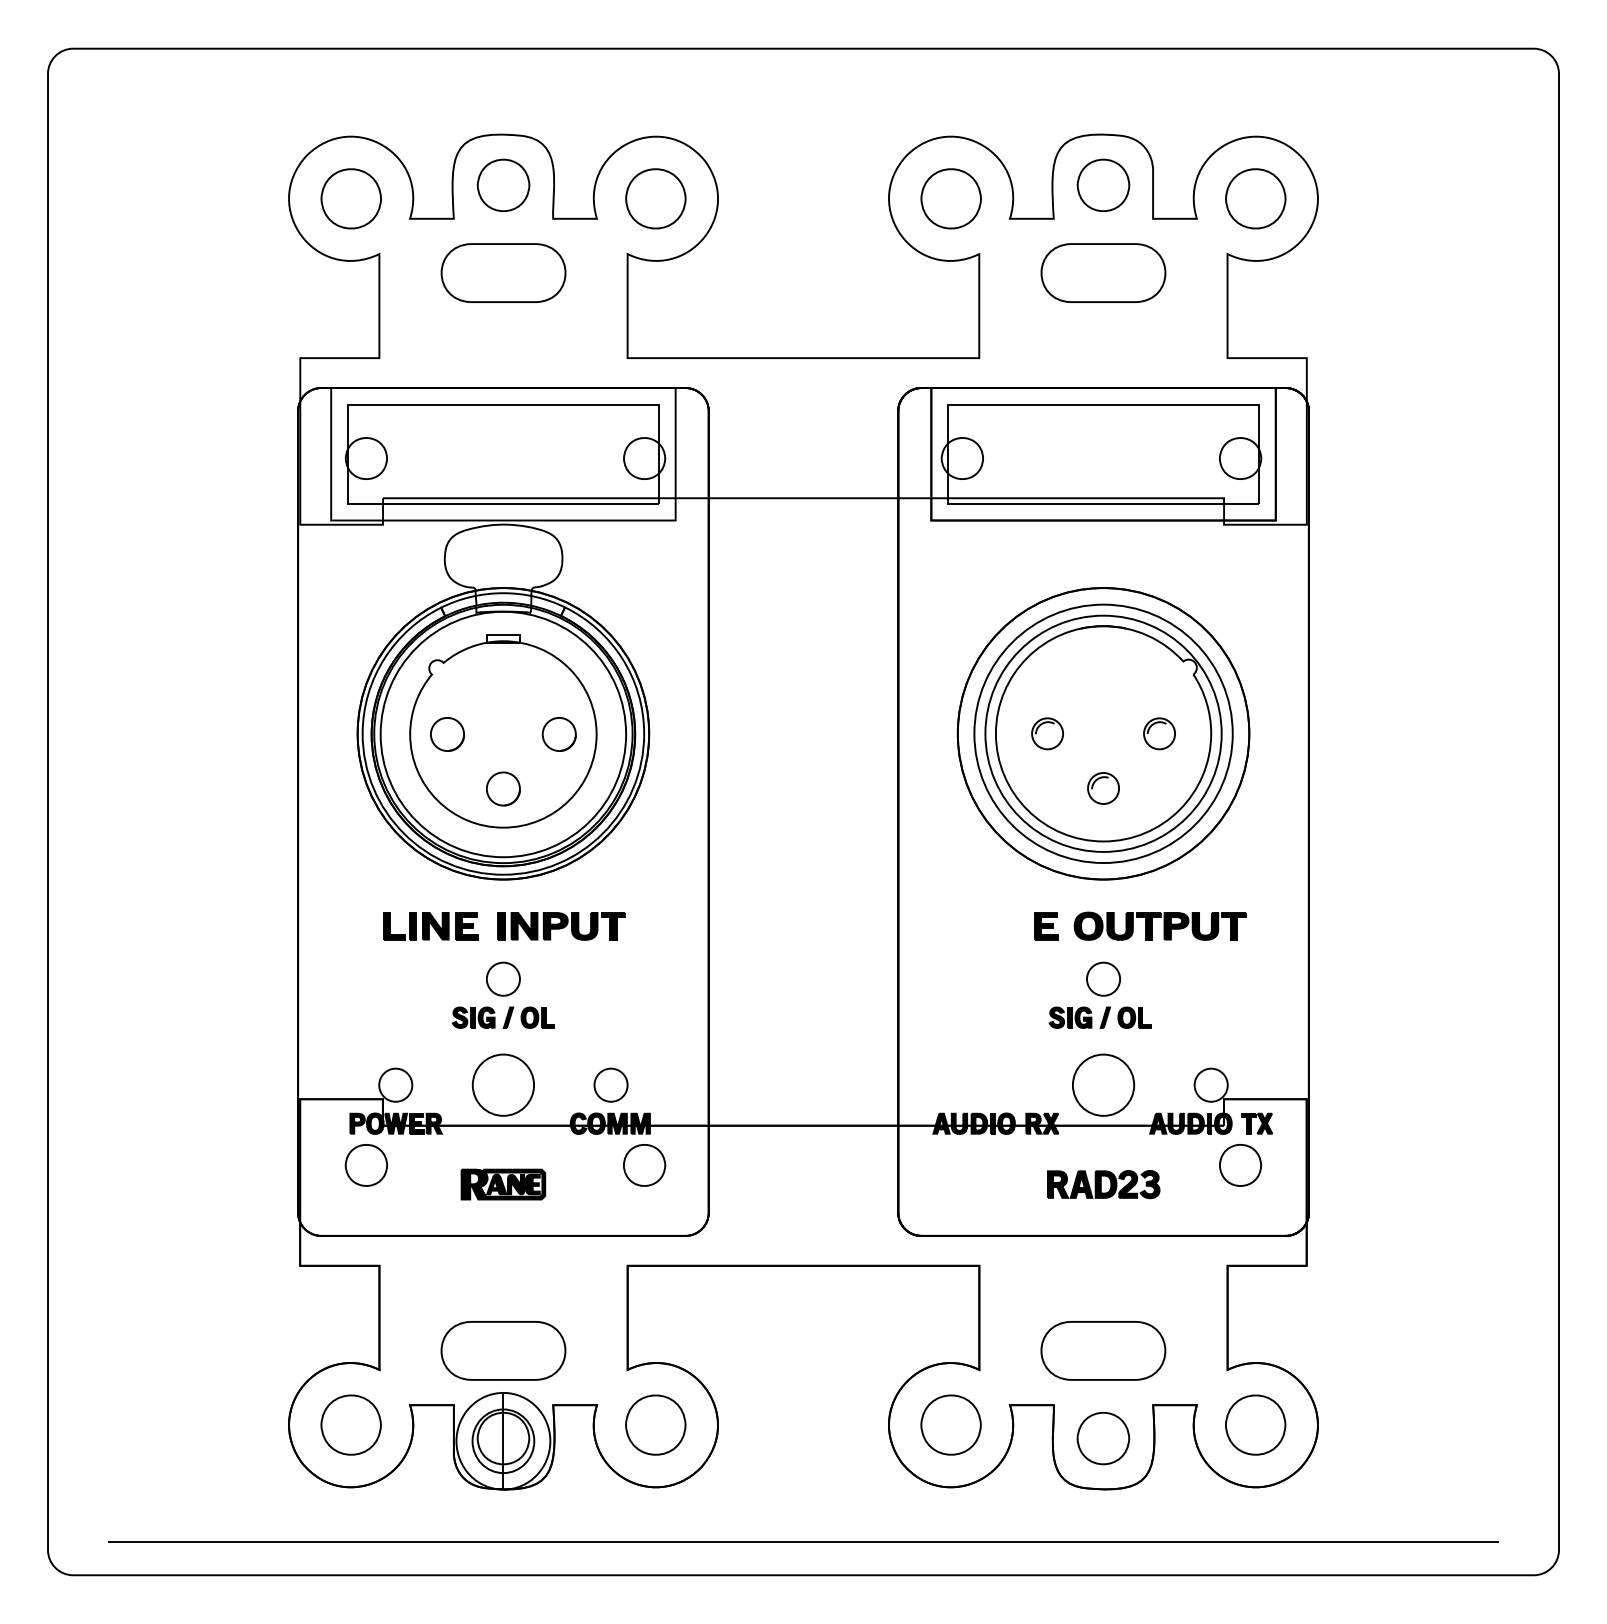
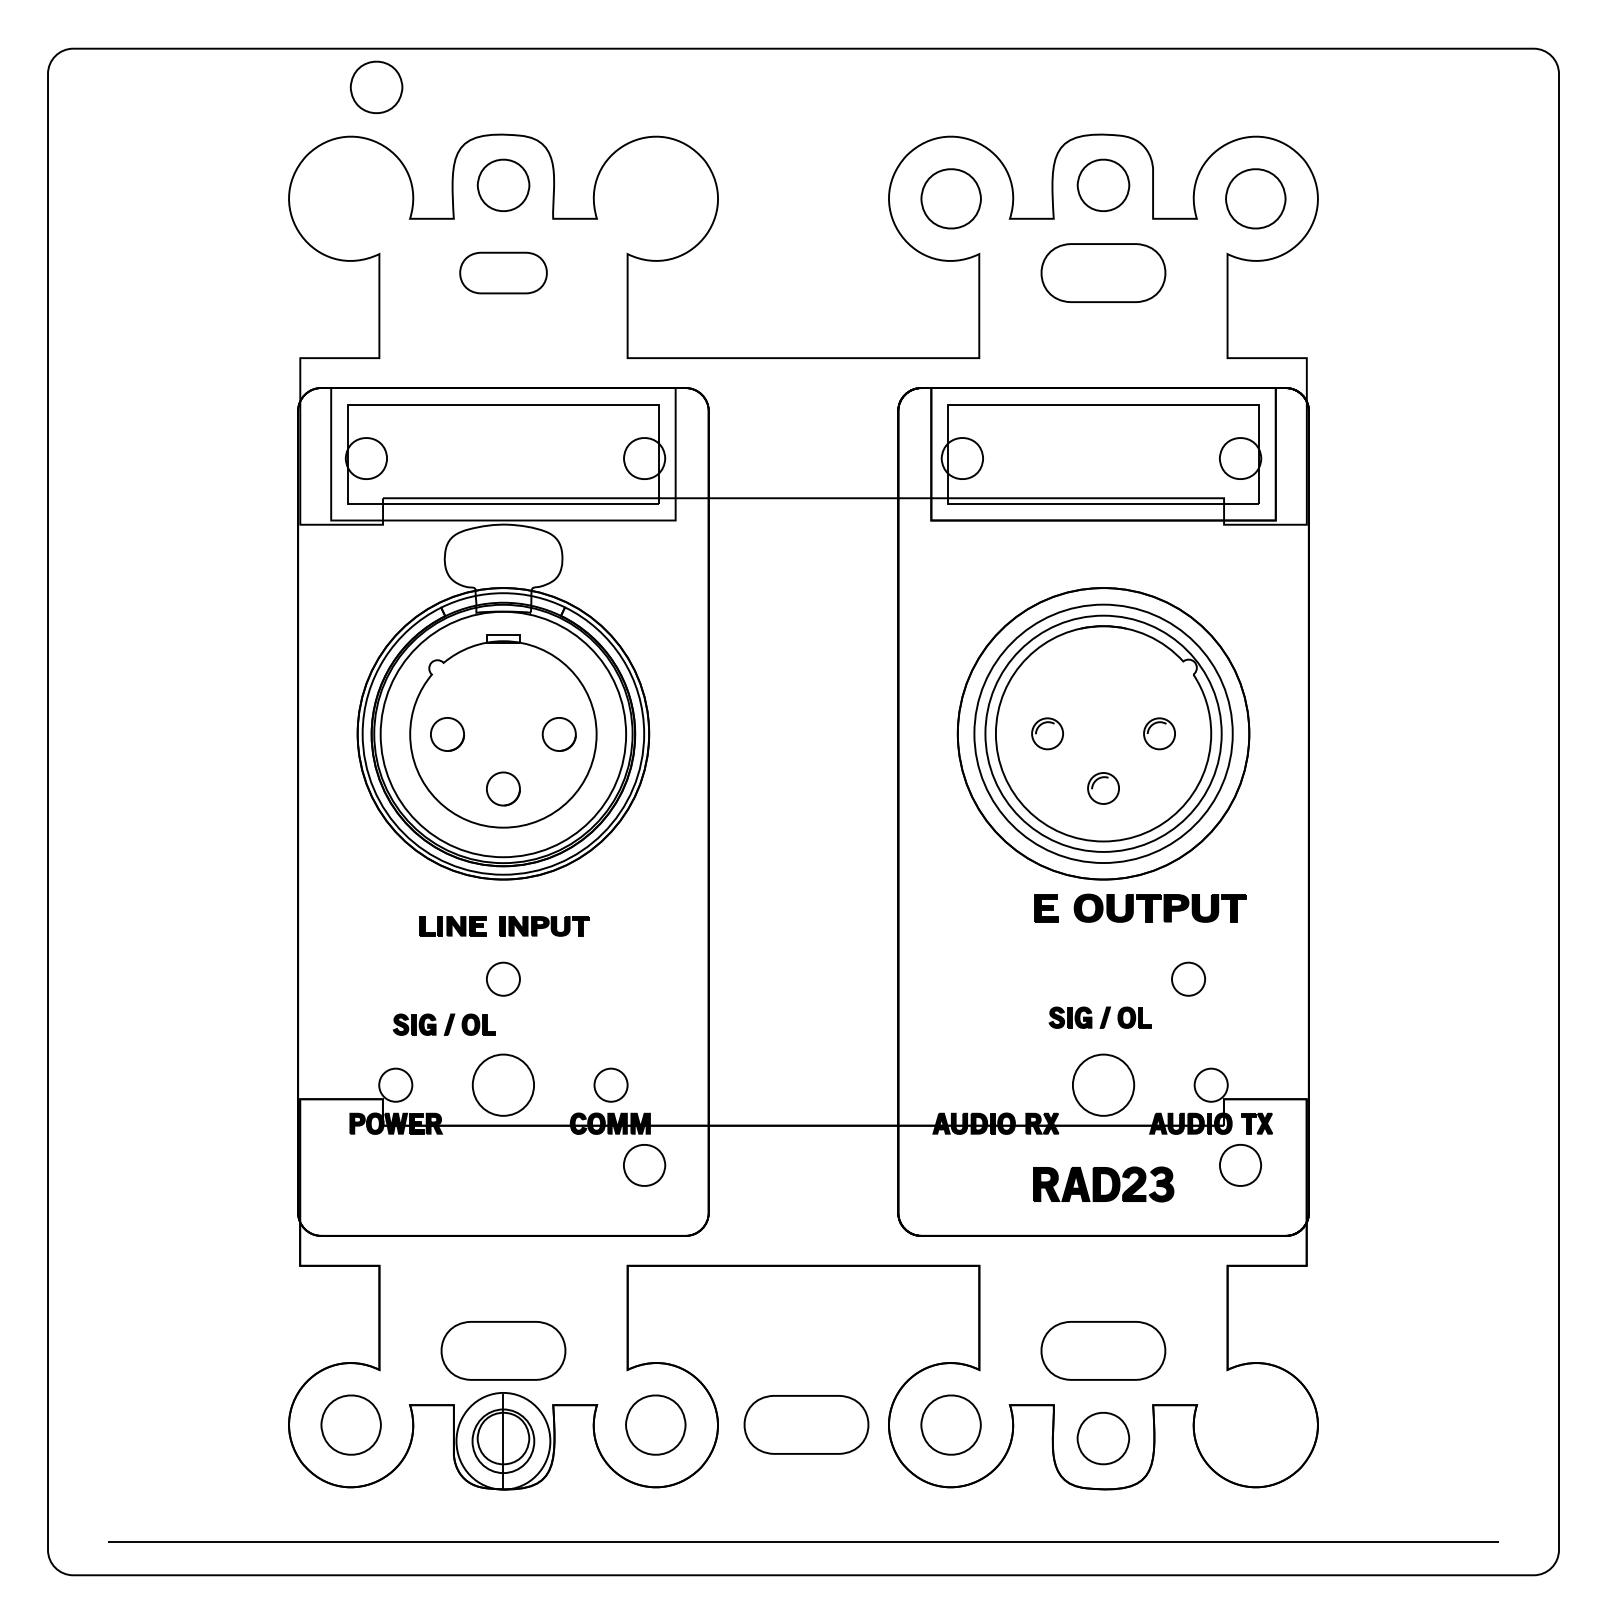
part at (376, 86): none -> present
part at (350, 198): present -> none
part at (655, 198): present -> none
part at (503, 272) size: 127x60 px -> 89x44 px
part at (1140, 925) position: (1140, 925) -> (1140, 907)
part at (504, 926) size: 243x29 px -> 171x21 px
part at (1103, 978) position: (1103, 978) -> (1188, 978)
part at (503, 1017) position: (503, 1017) -> (444, 1024)
part at (365, 1165): present -> none
part at (503, 1184): present -> none
part at (1103, 1184) size: 114x30 px -> 142x37 px
part at (806, 1424): none -> present
part at (1255, 1424): present -> none
